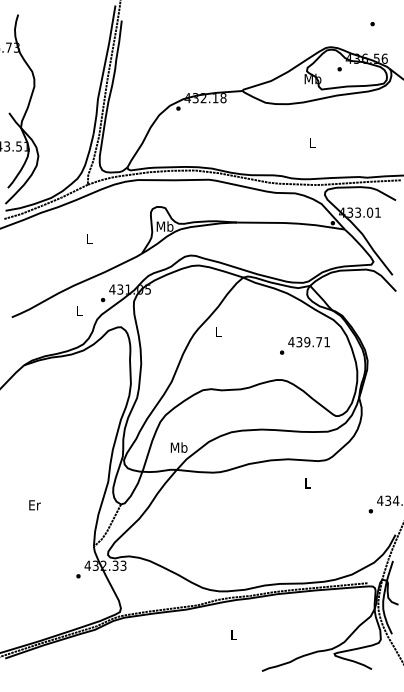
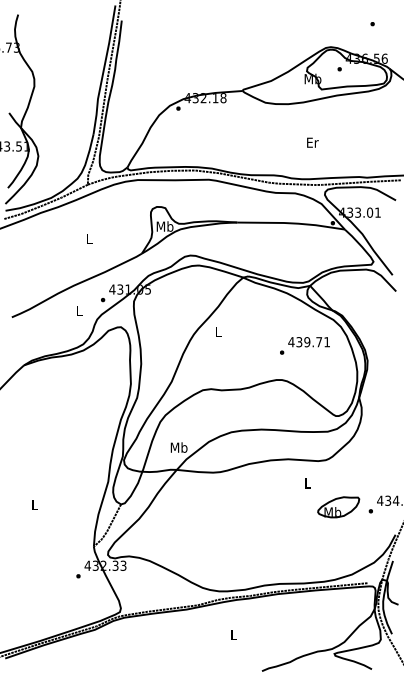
text at (312, 142): L -> Er
text at (34, 505): Er -> L
part at (338, 507): none -> present
